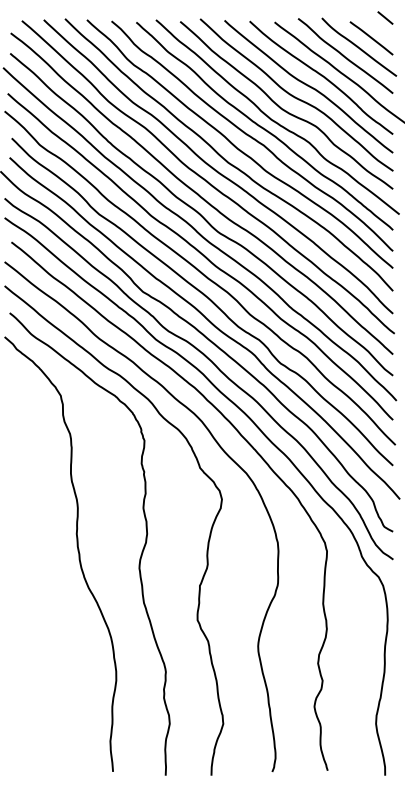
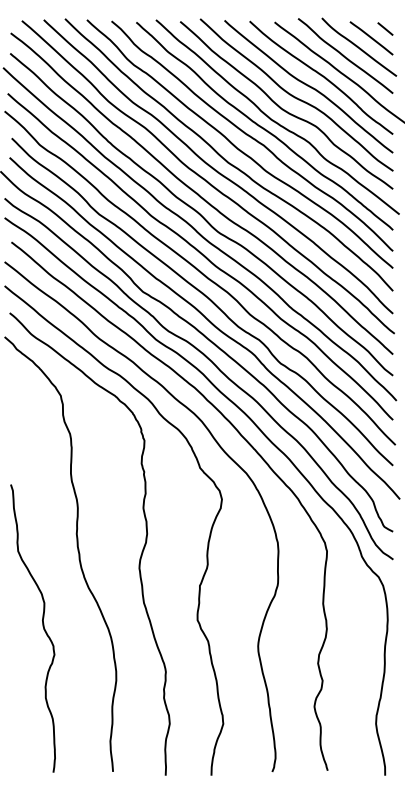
line at (385, 17) position: (385, 17) -> (385, 28)
curve at (42, 626): none -> present
